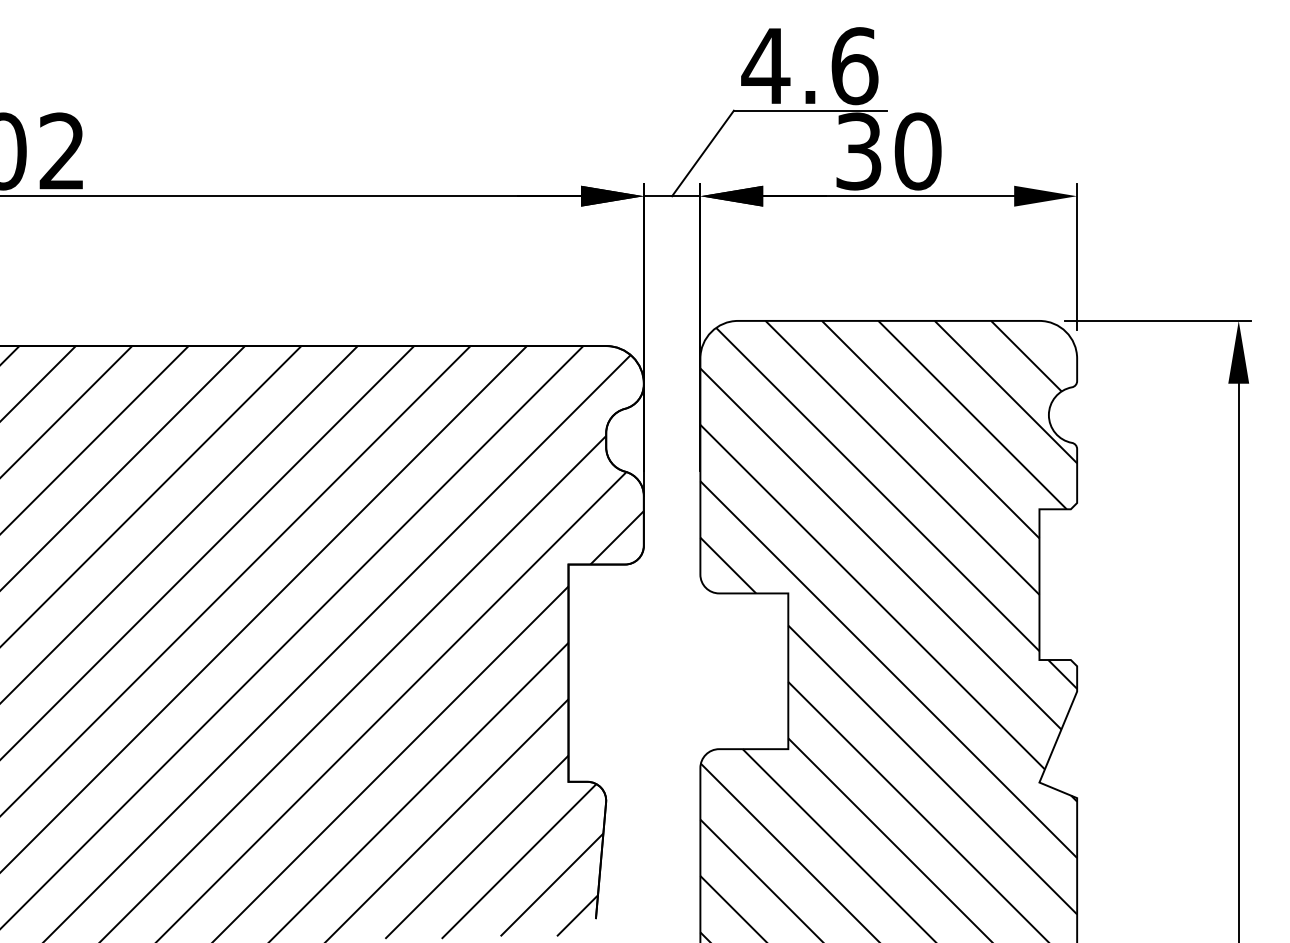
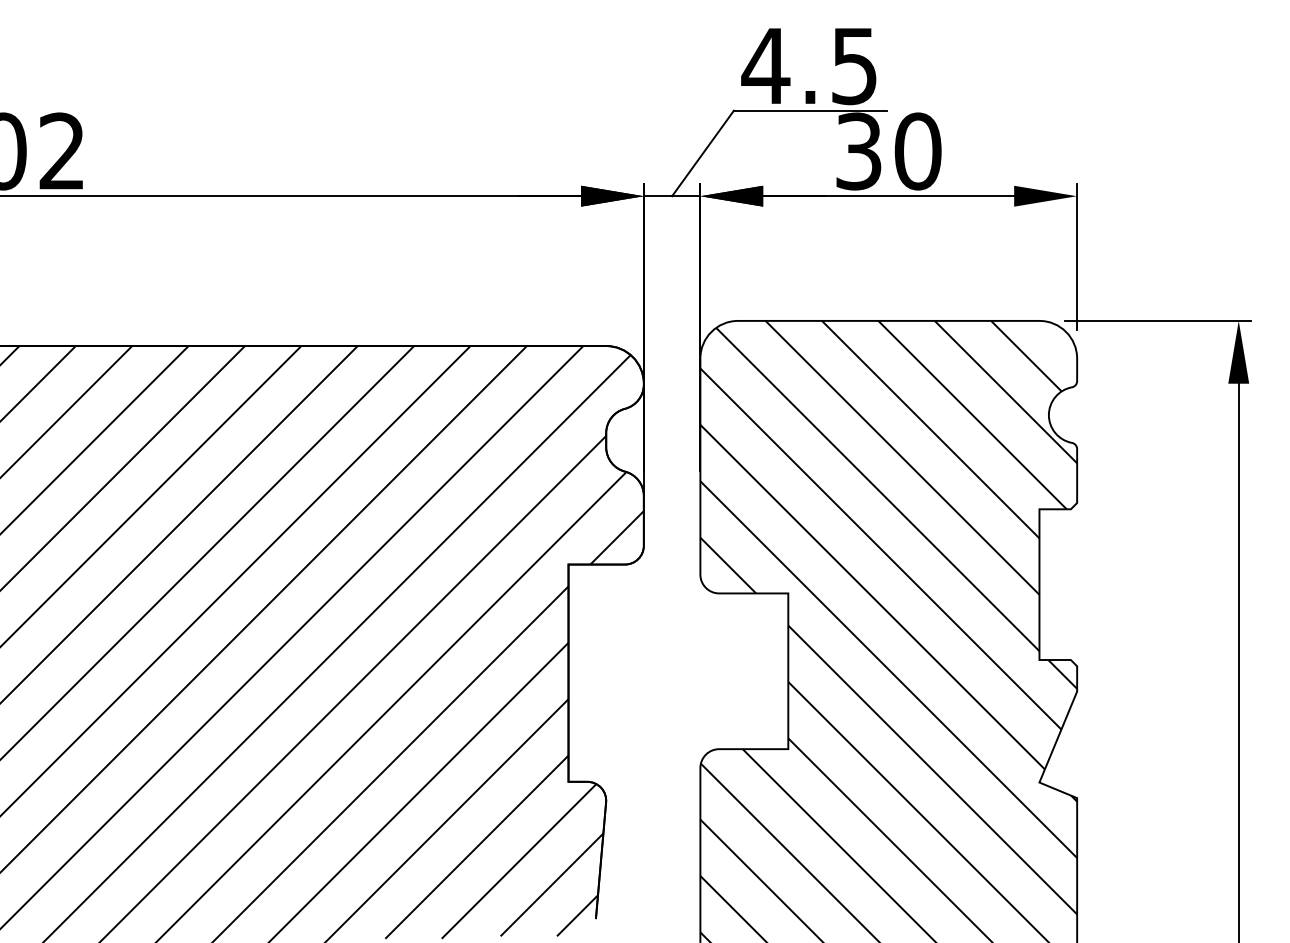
text at (854, 66): 4.6 -> 4.5
